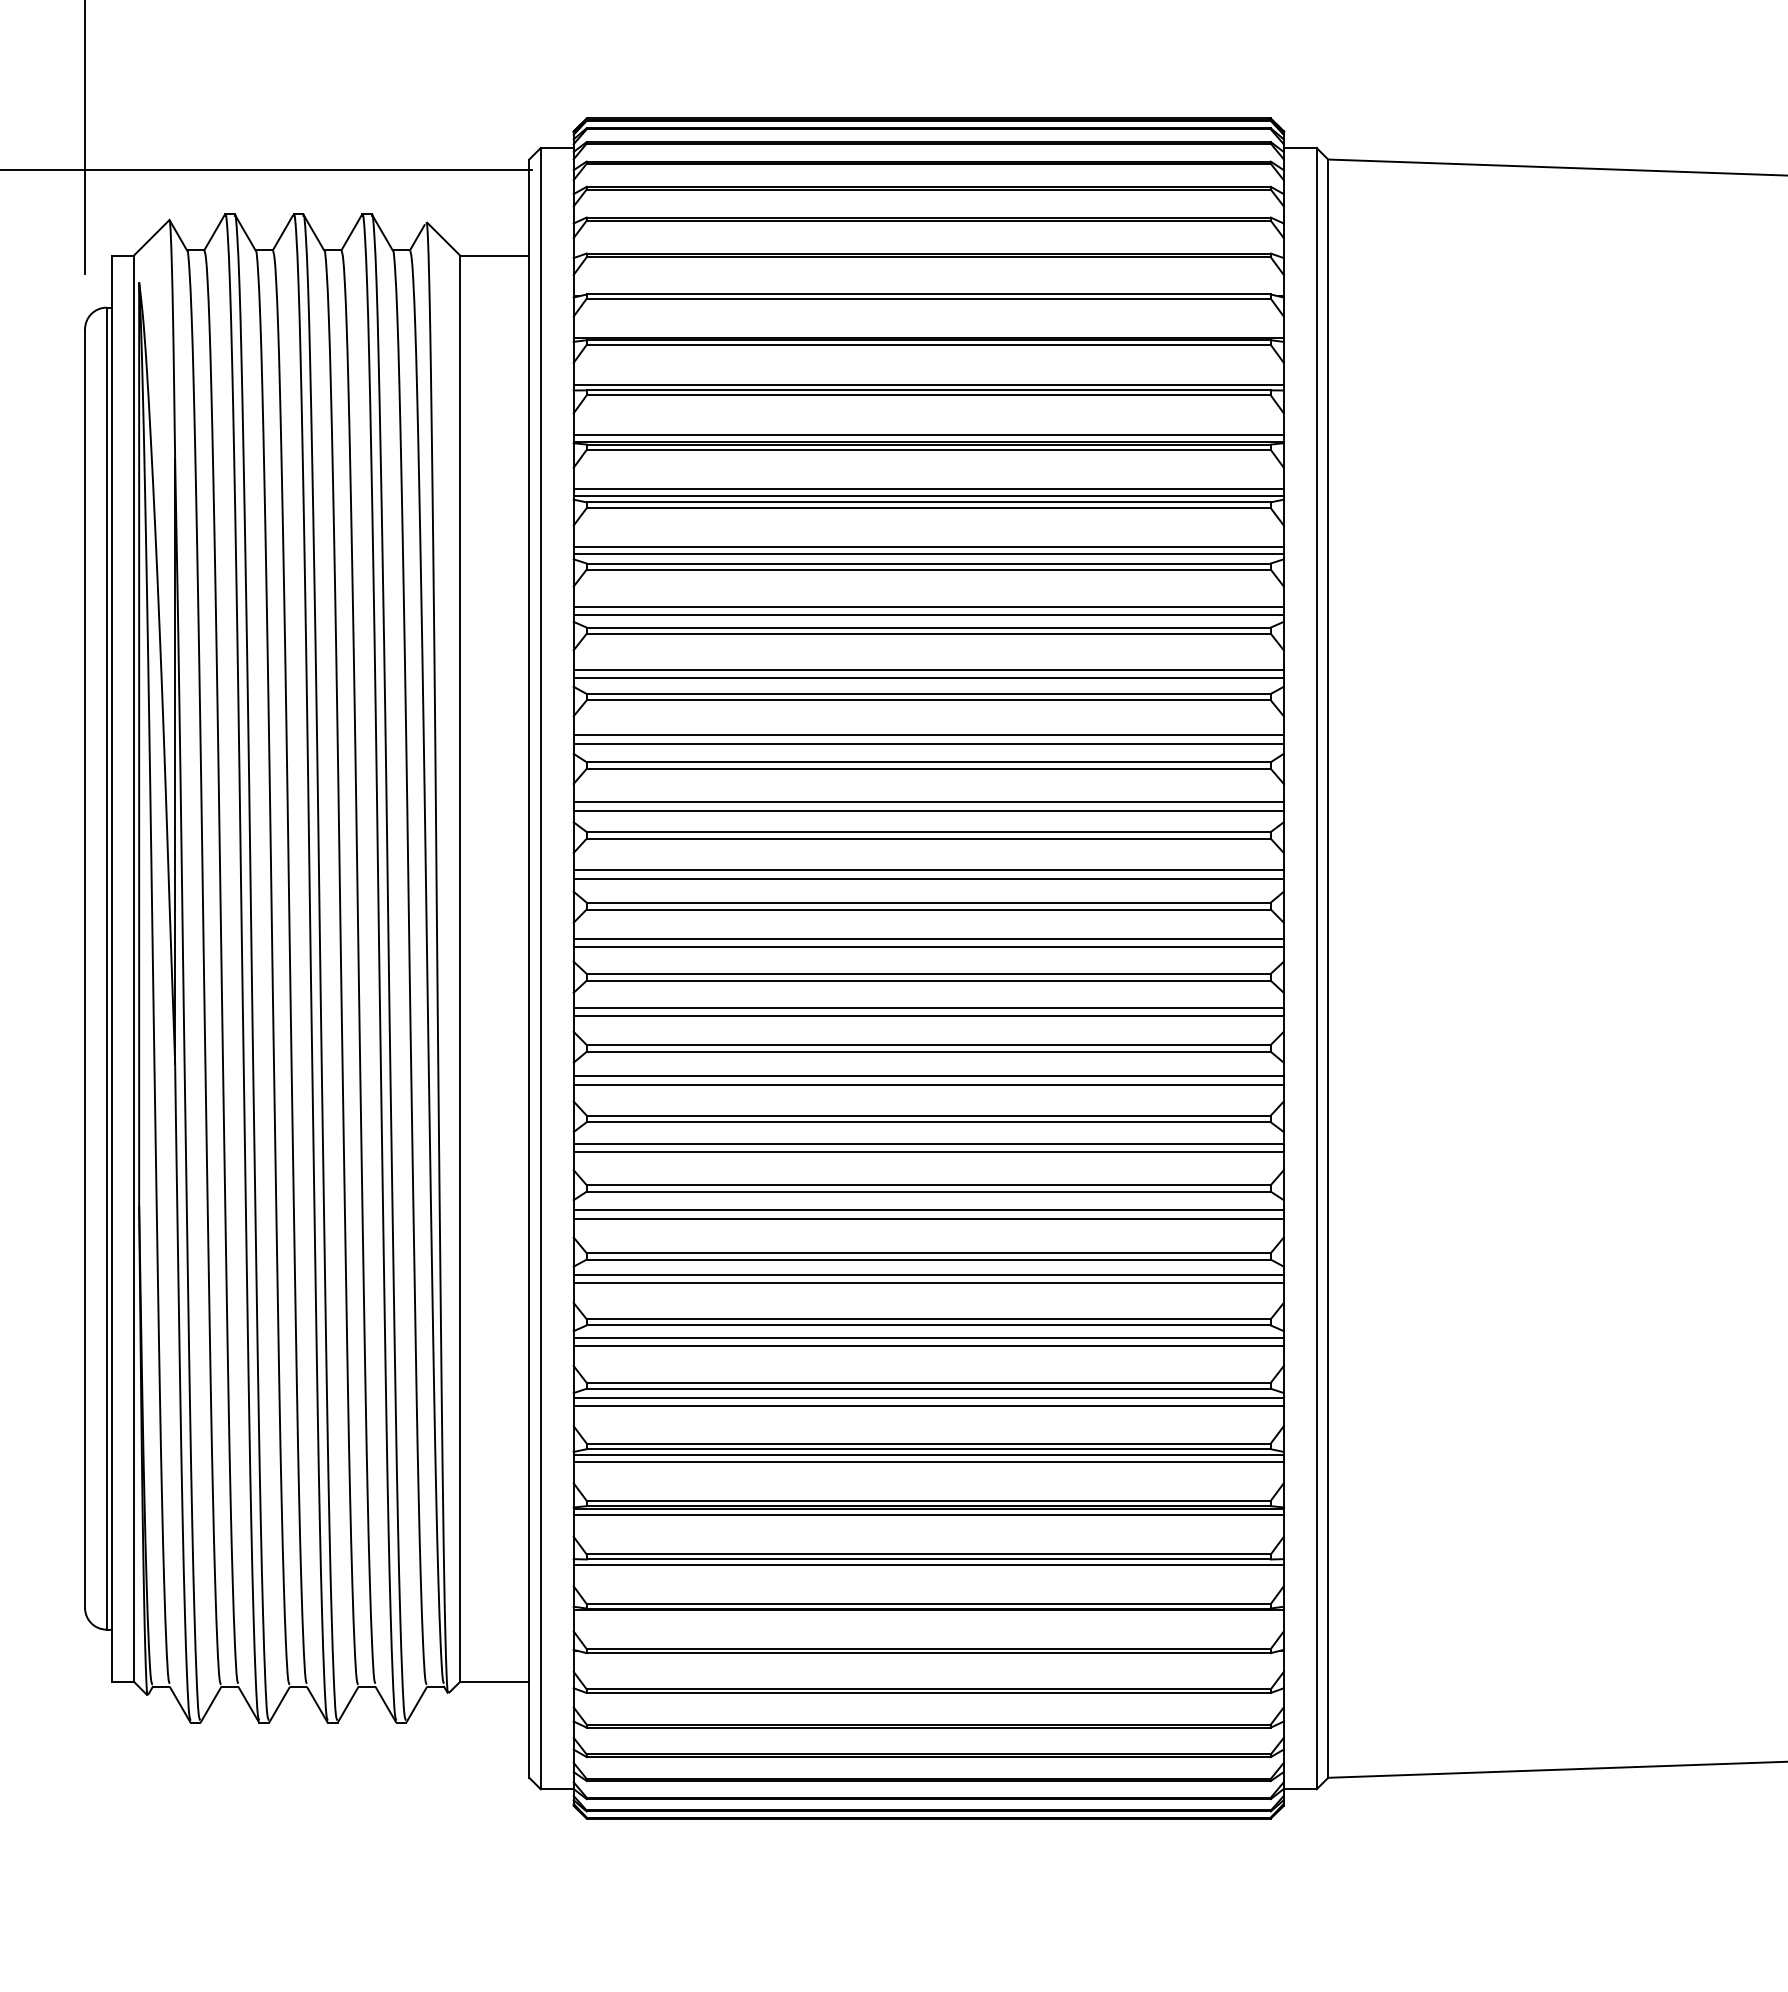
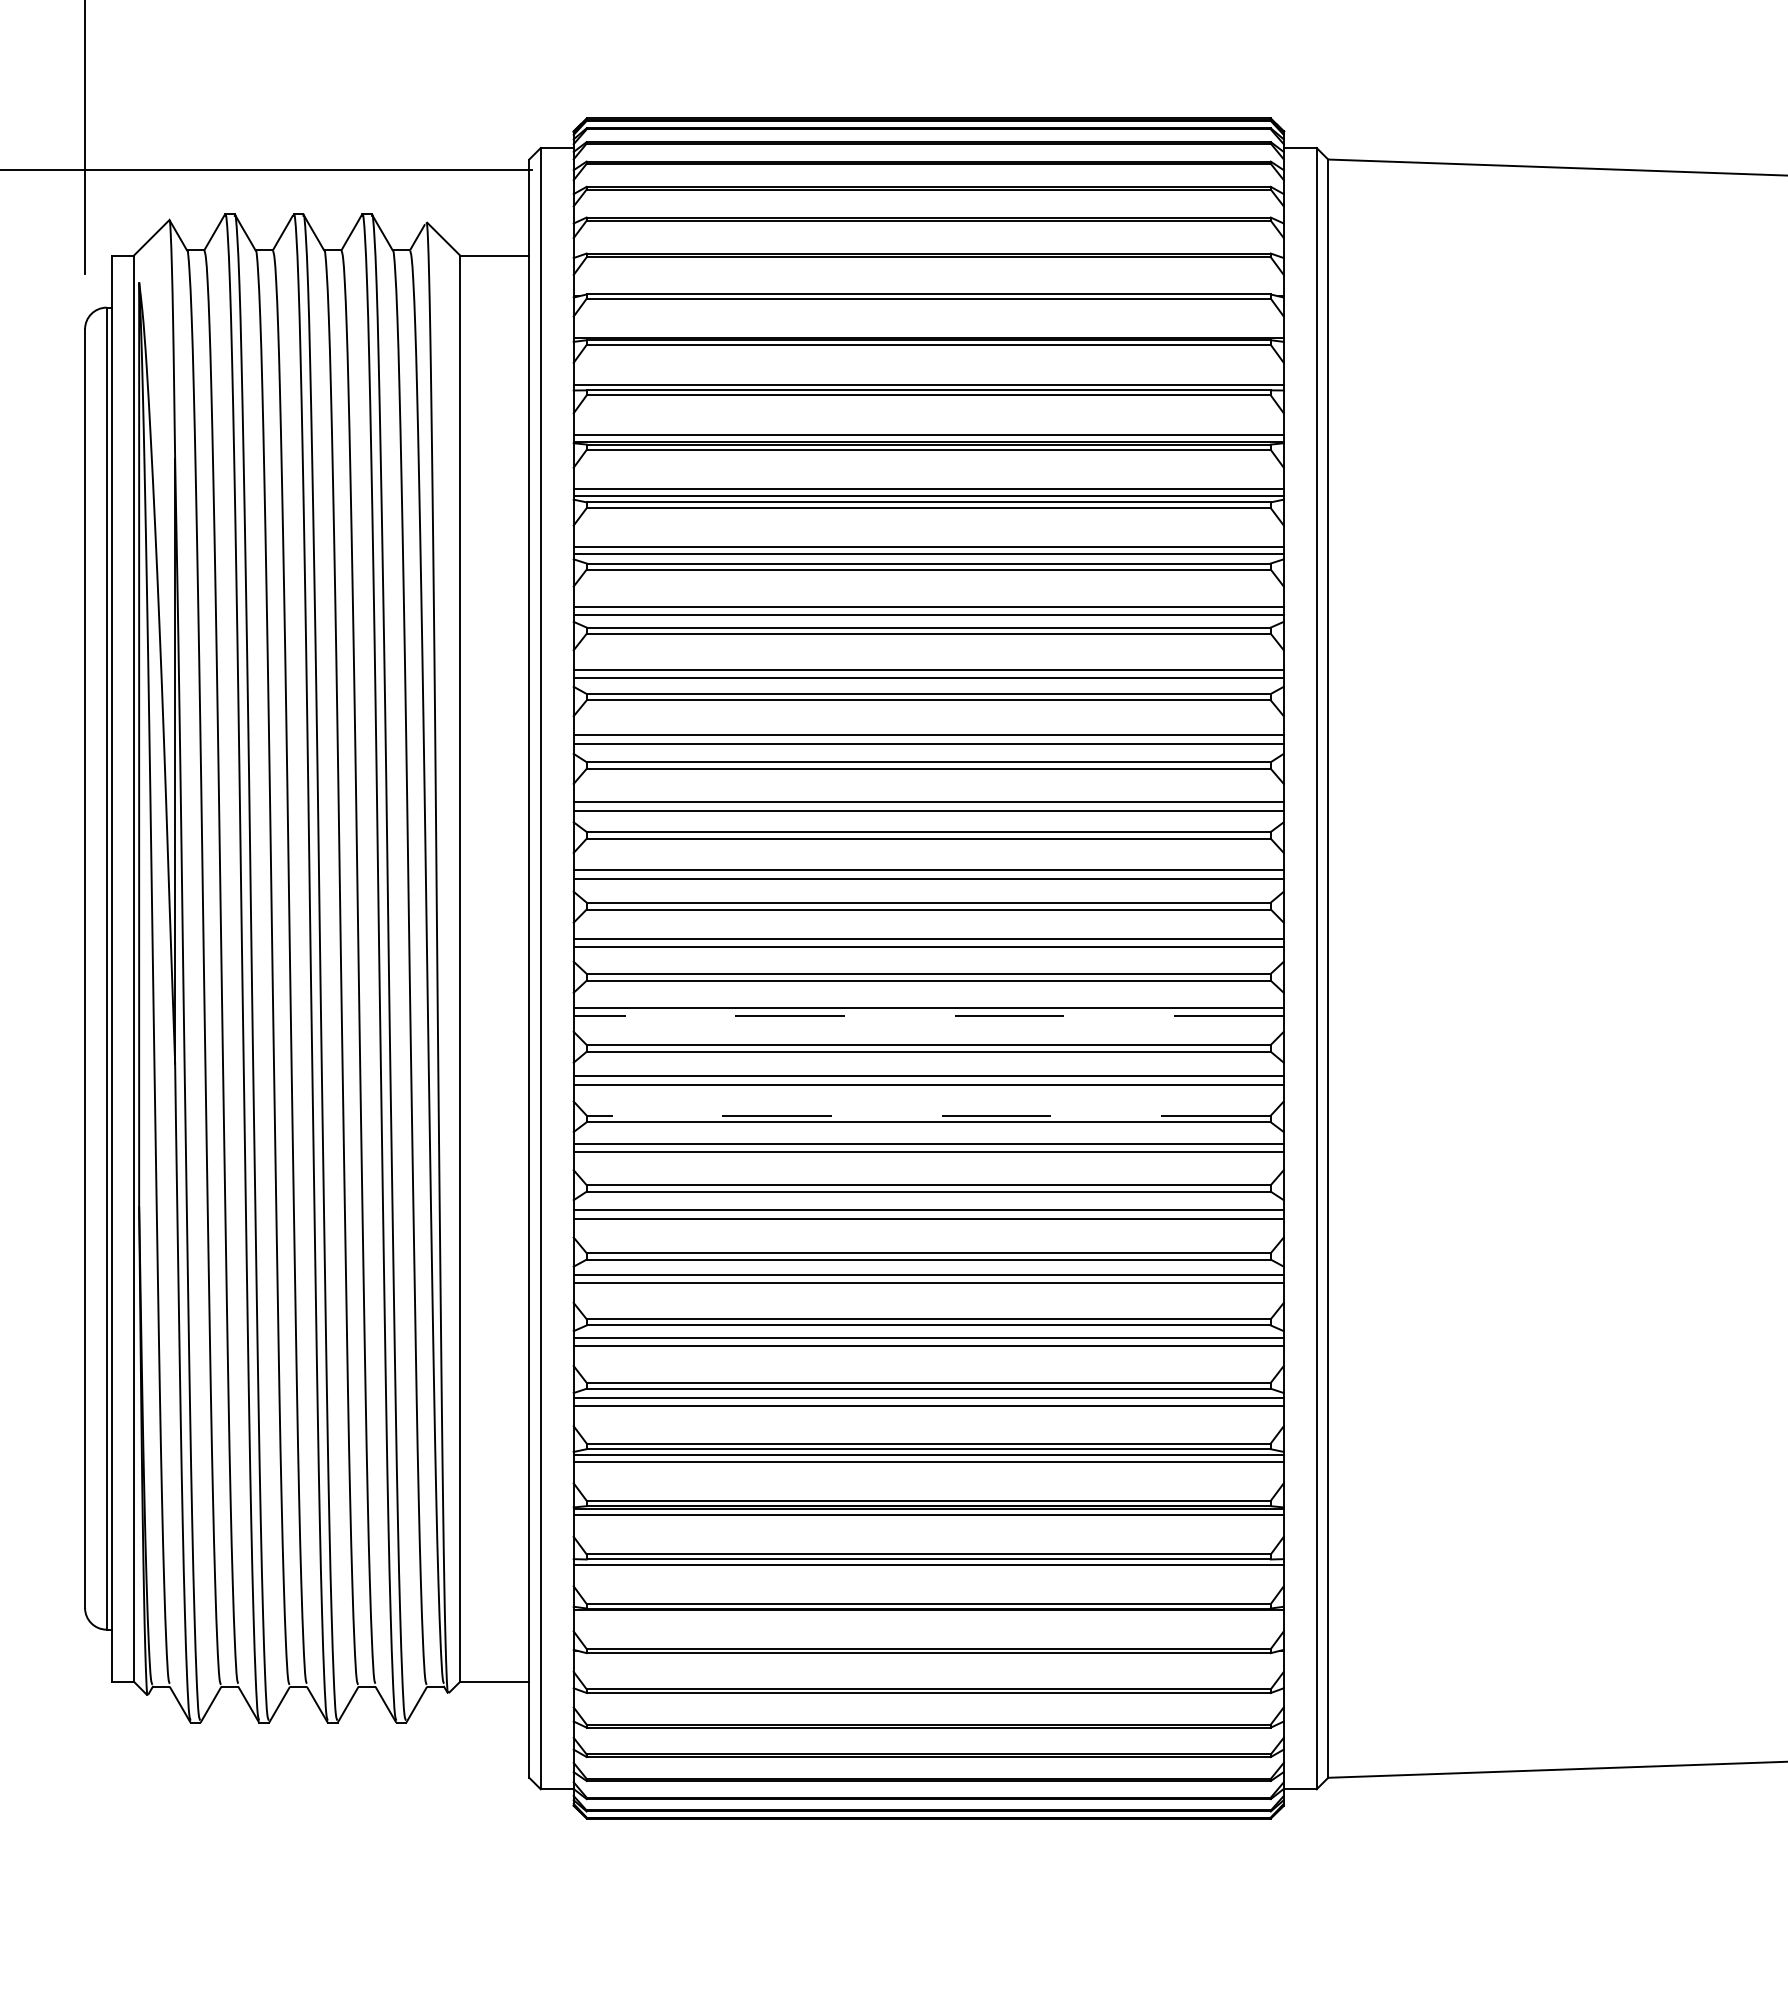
line at (928, 1016): solid -> dashed
line at (928, 1115): solid -> dashed
